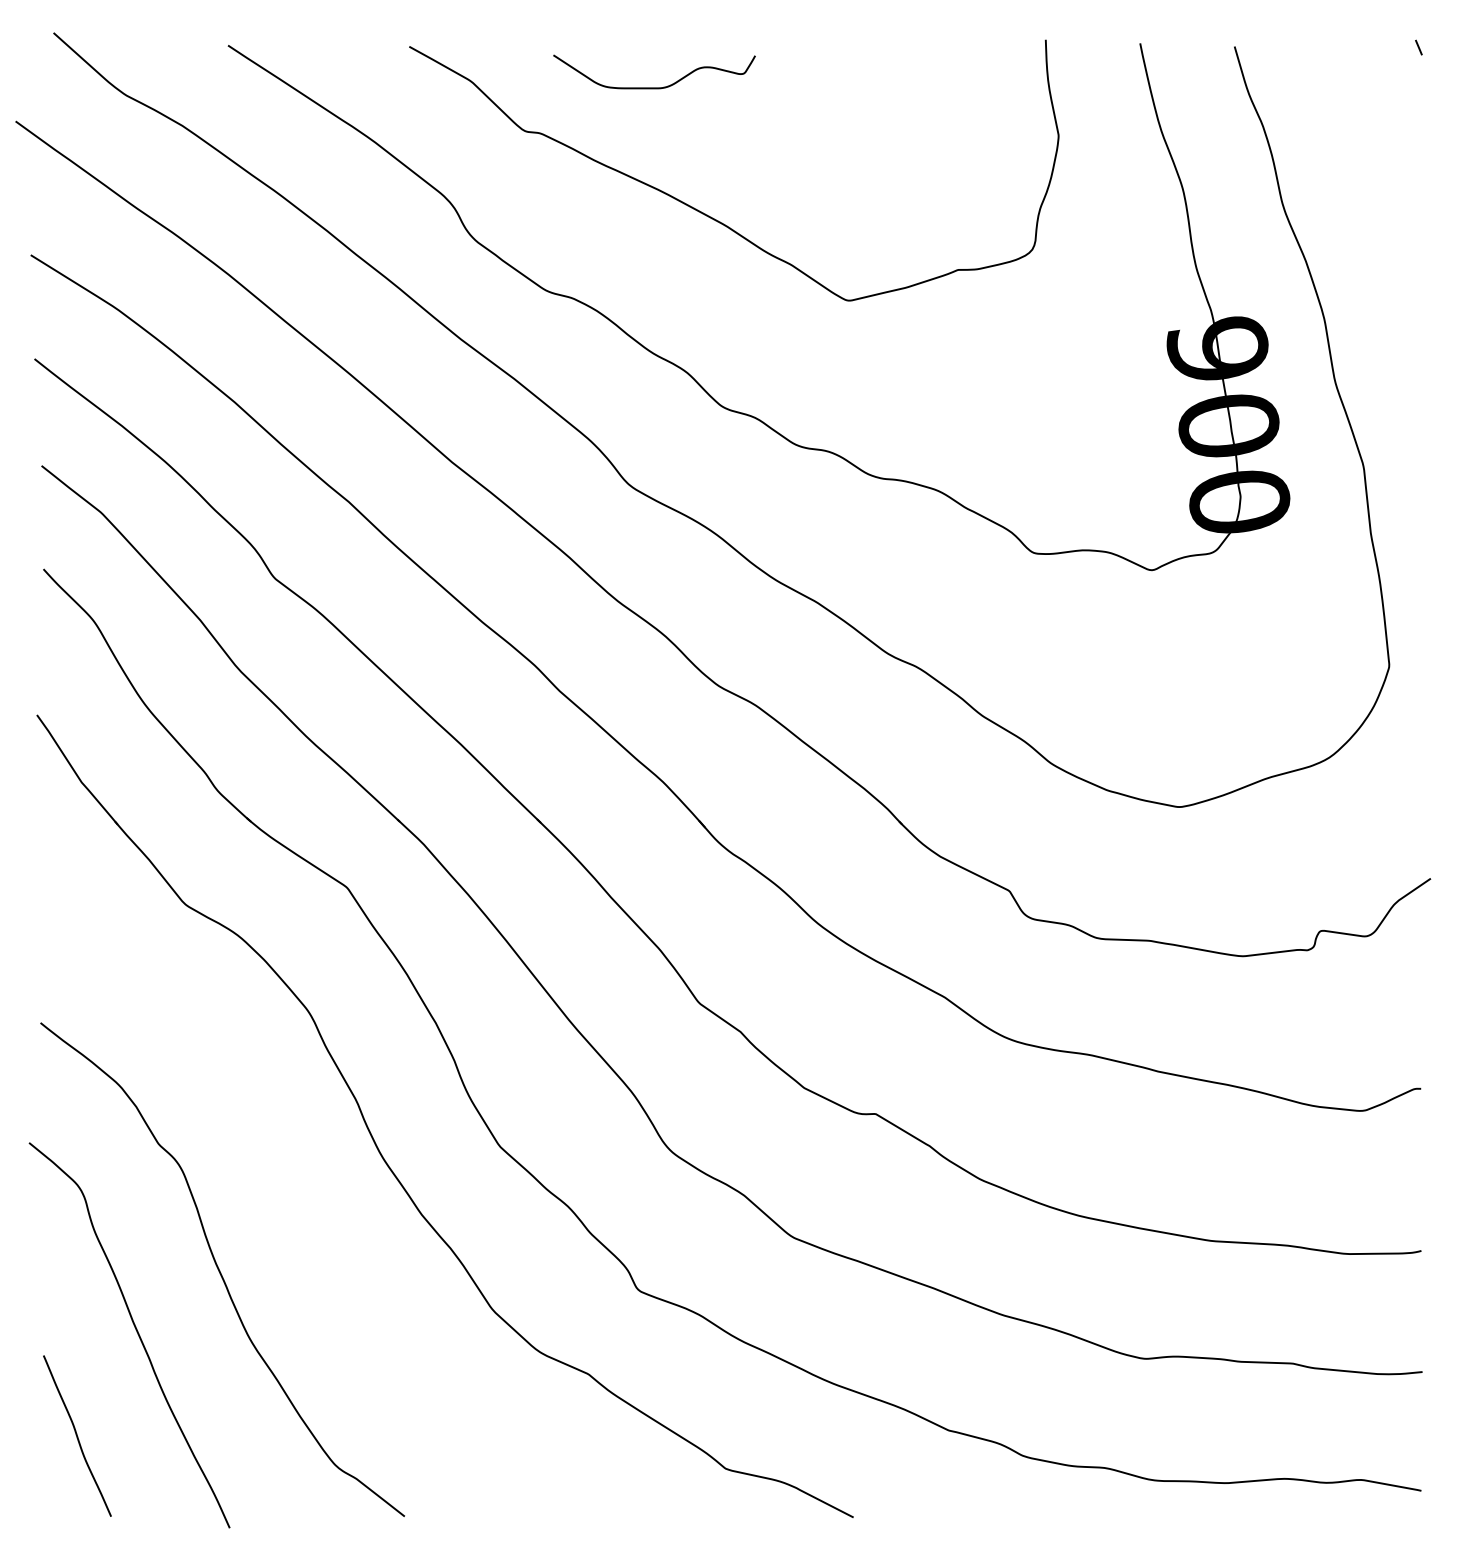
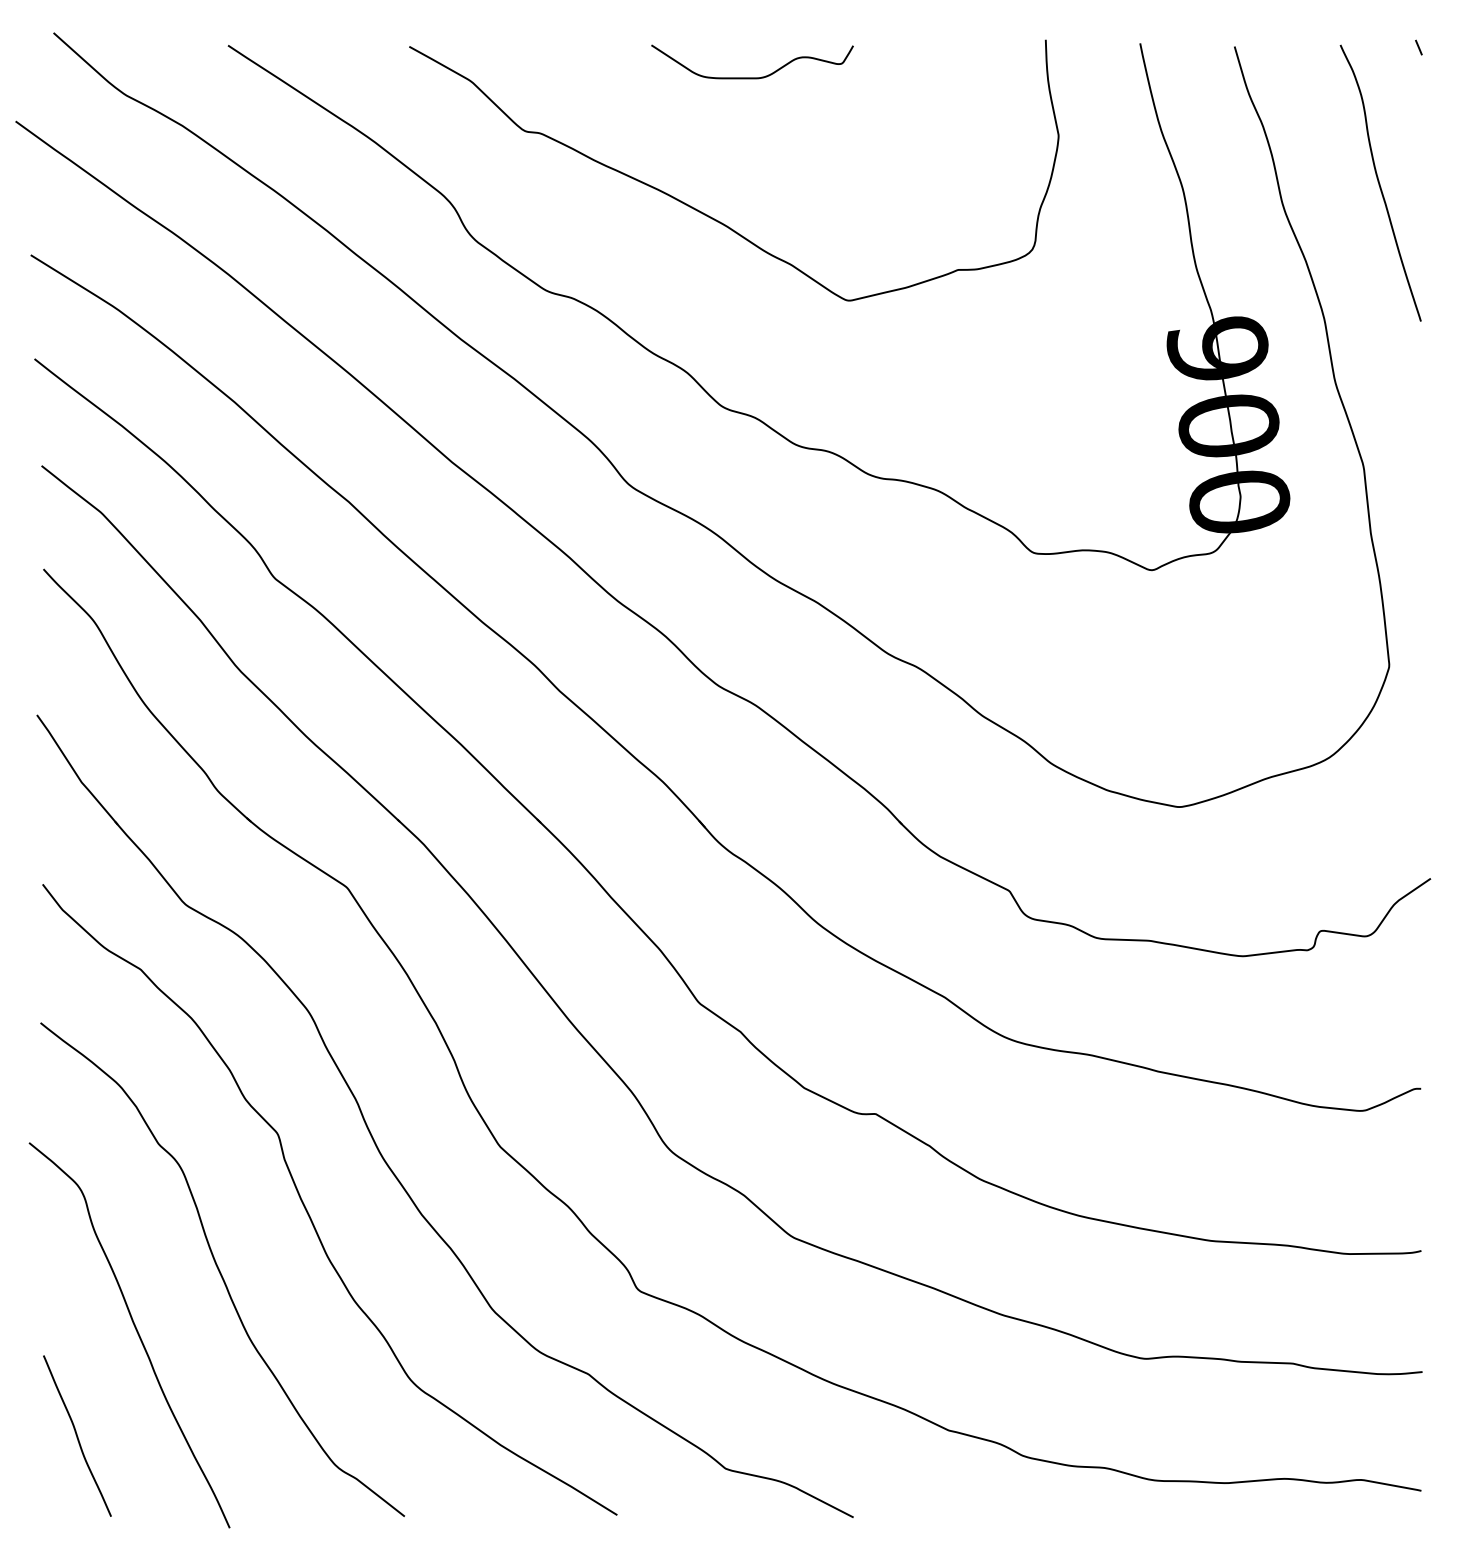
curve at (654, 87) position: (654, 87) -> (752, 77)
curve at (1379, 182): none -> present
curve at (307, 1209): none -> present
